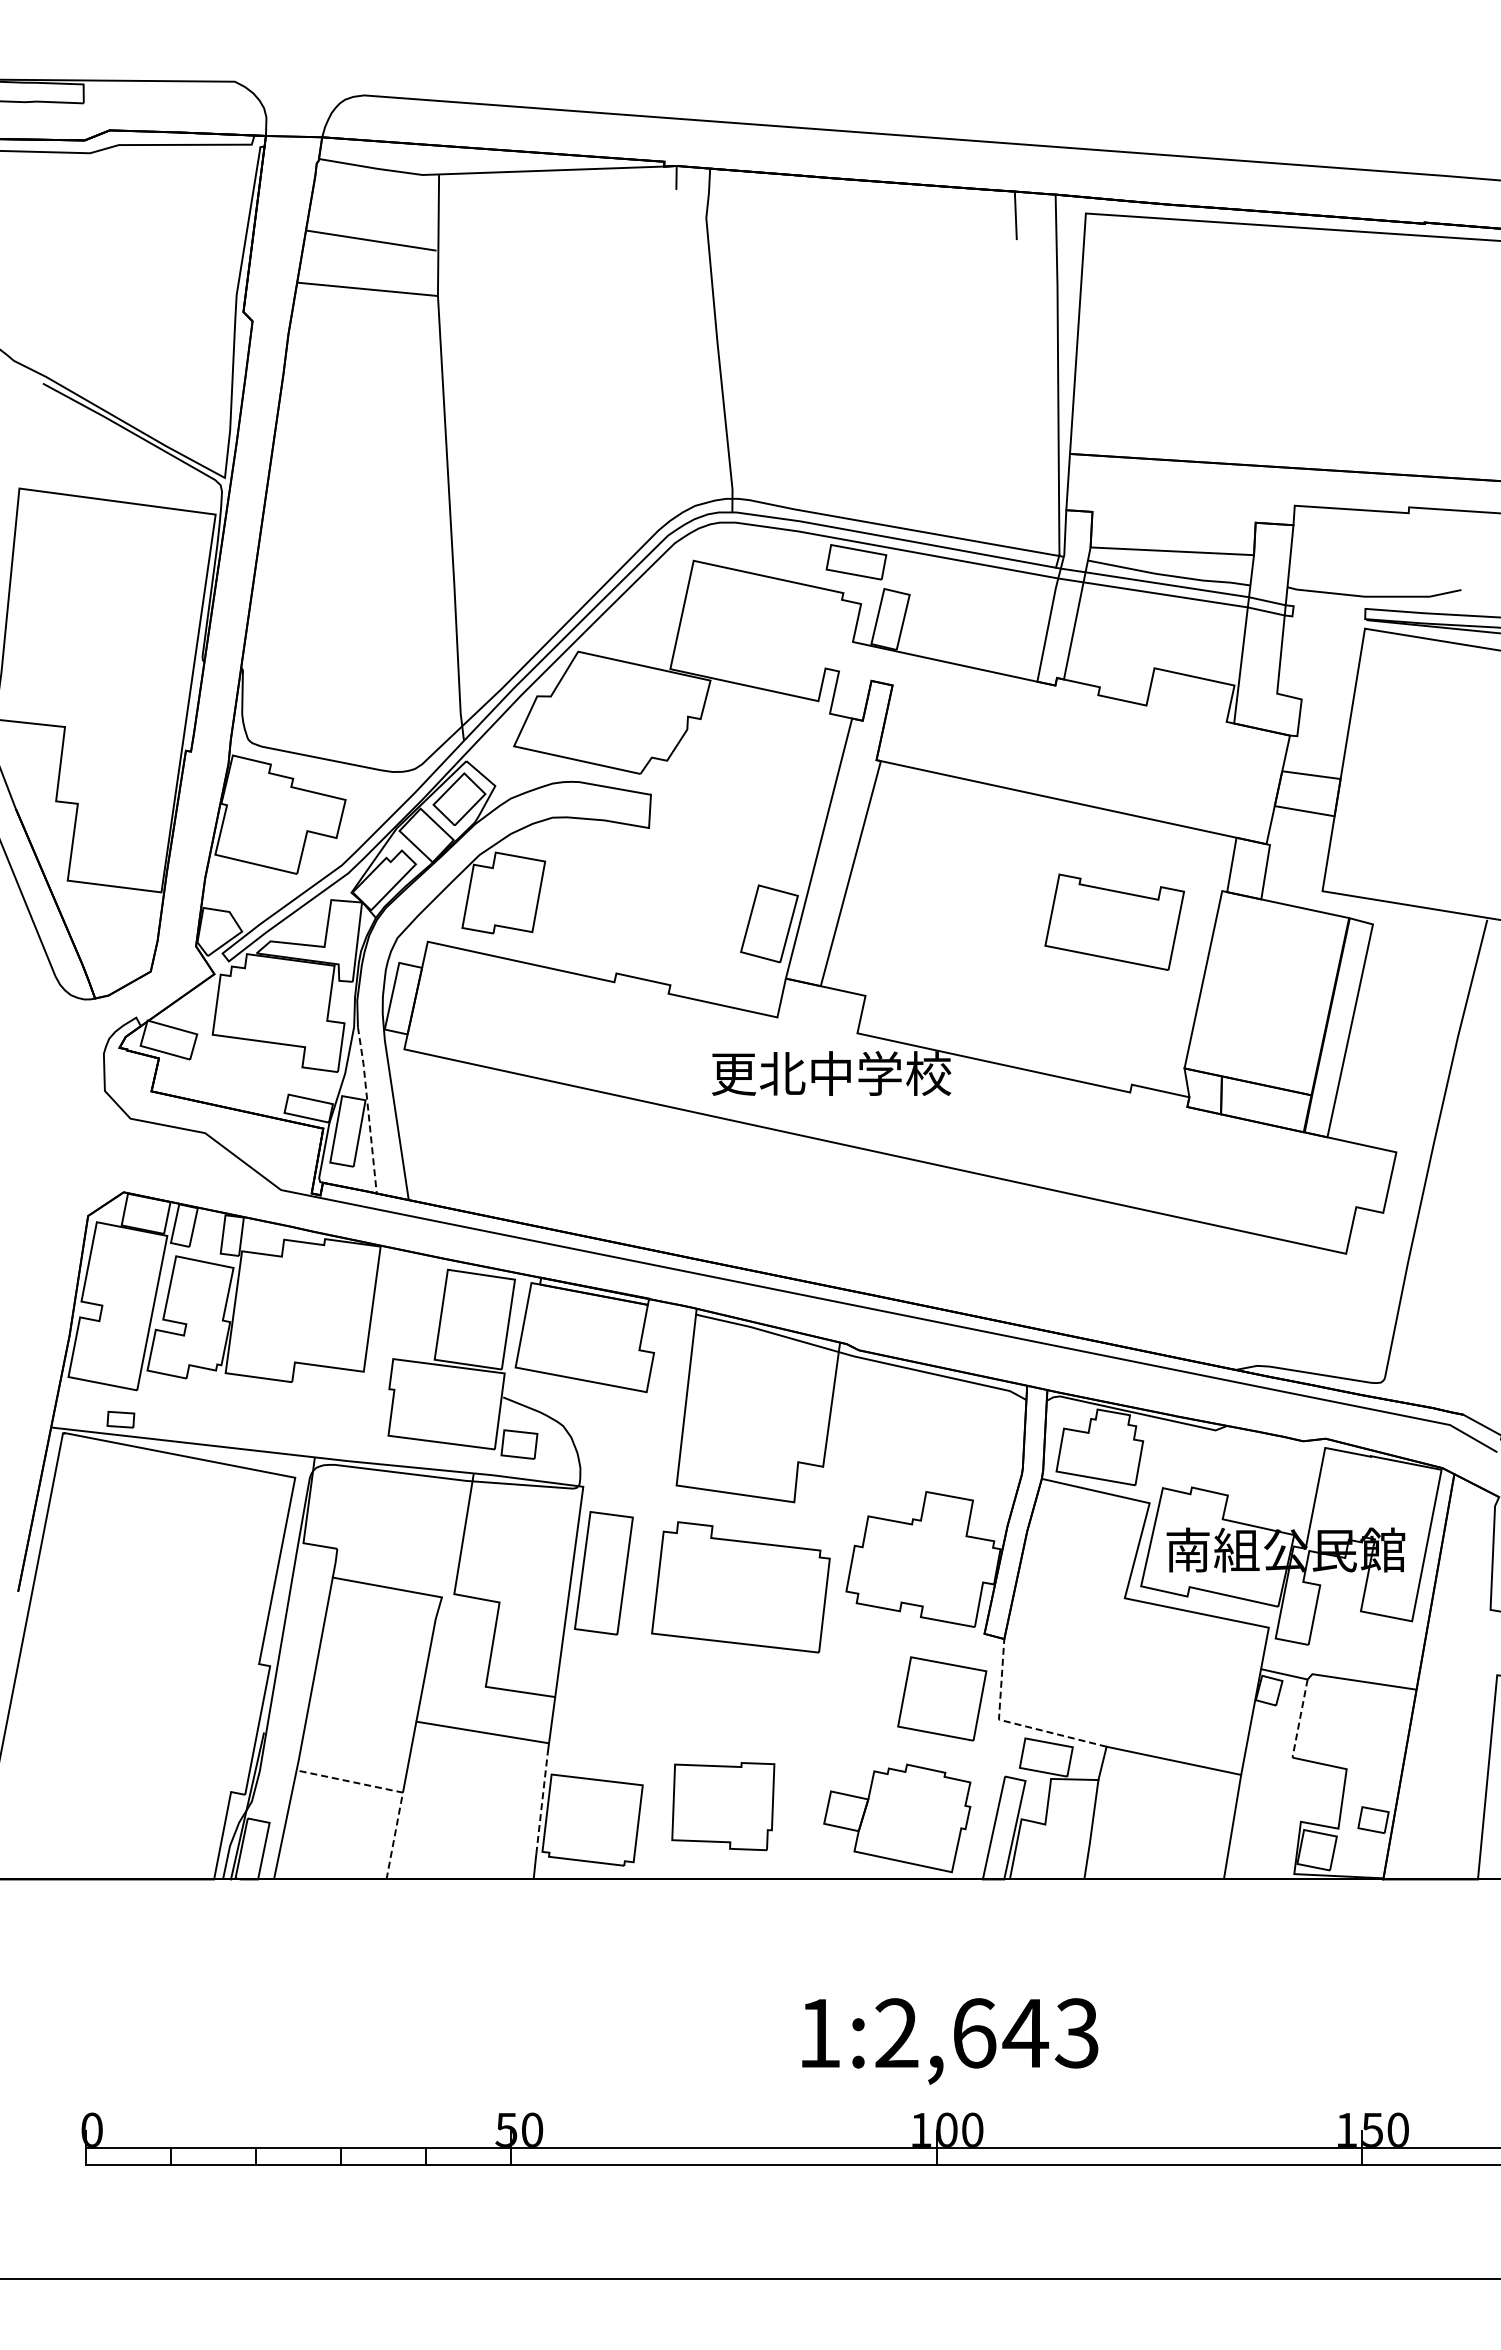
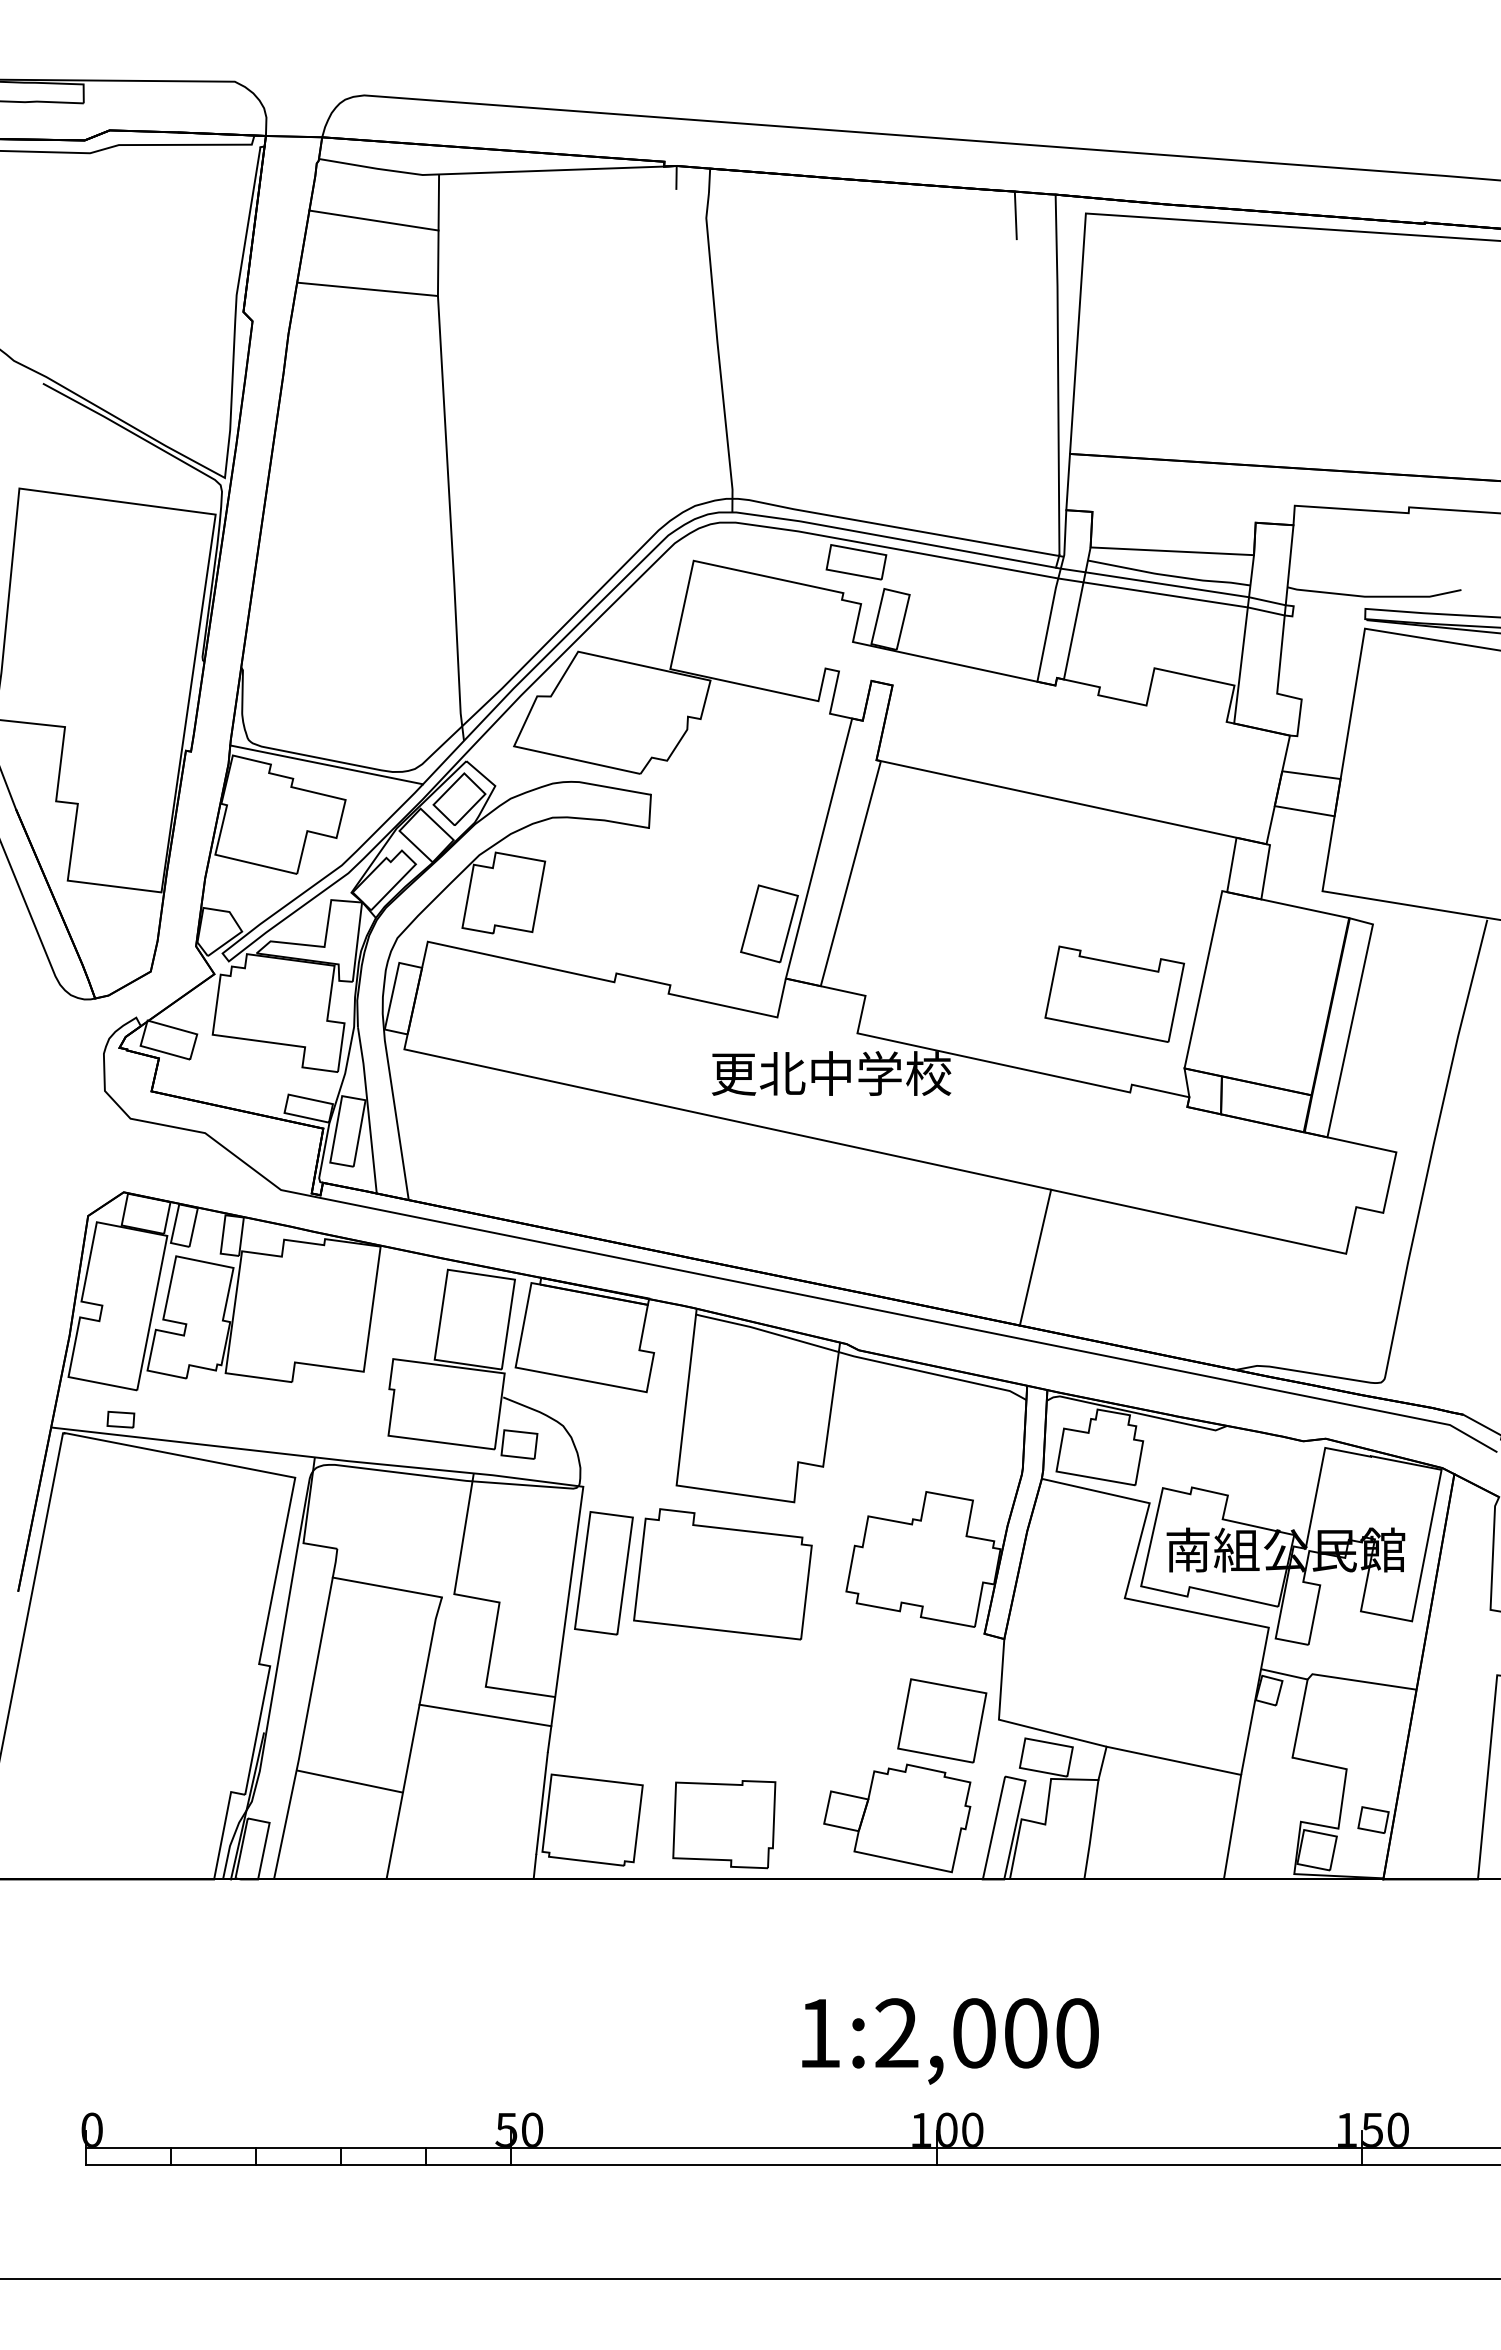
line at (370, 240) position: (370, 240) -> (373, 220)
line at (326, 764): none -> present
part at (1114, 921) position: (1114, 921) -> (1114, 993)
line at (368, 1110): dashed -> solid
line at (1035, 1257): none -> present
part at (740, 1587) position: (740, 1587) -> (722, 1574)
part at (942, 1698) position: (942, 1698) -> (942, 1720)
line at (1300, 1718): dashed -> solid
line at (1013, 1723): dashed -> solid
line at (482, 1732) position: (482, 1732) -> (485, 1715)
line at (393, 1790): dashed -> solid
line at (542, 1803): dashed -> solid
part at (723, 1806) position: (723, 1806) -> (724, 1824)
text at (1025, 2033): 1:2,643 -> 1:2,000
